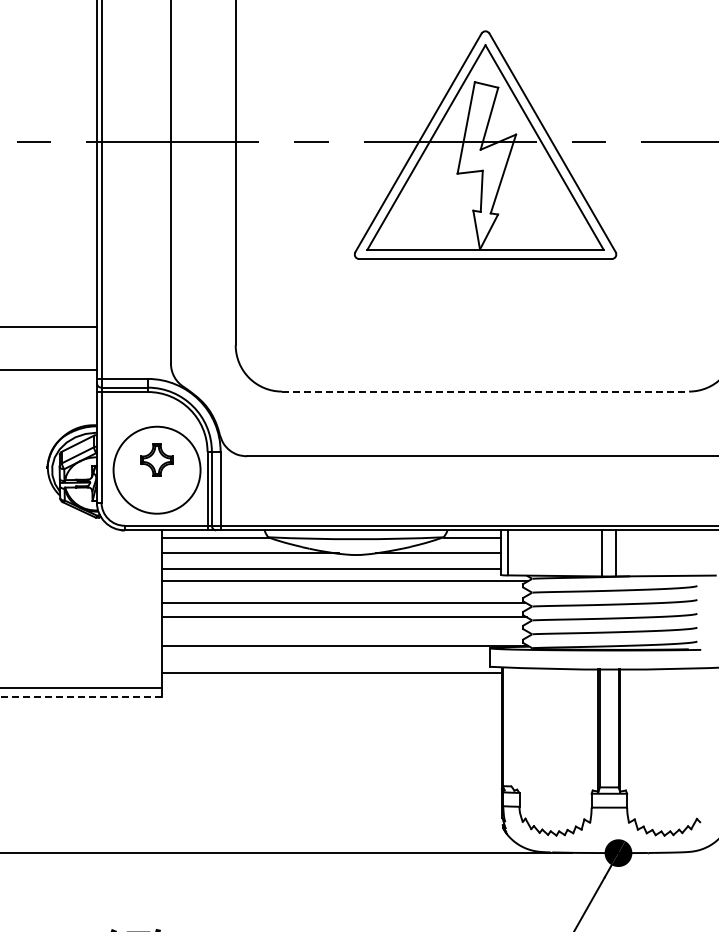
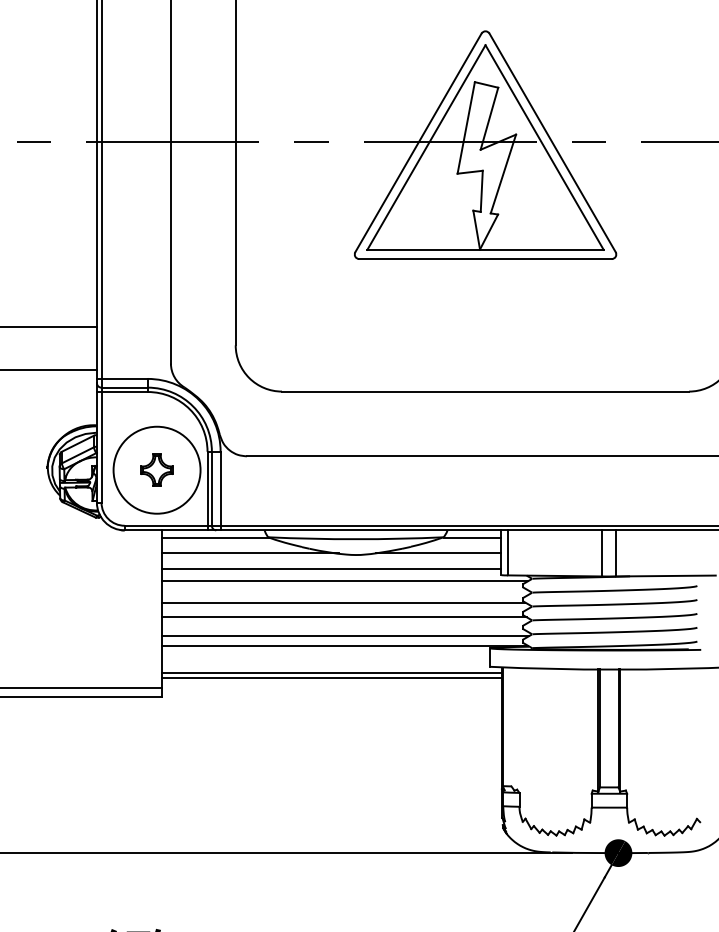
line at (485, 391): dashed -> solid
part at (156, 459) position: (156, 459) -> (156, 469)
line at (344, 636): none -> present
line at (331, 678): none -> present
line at (80, 696): dashed -> solid
